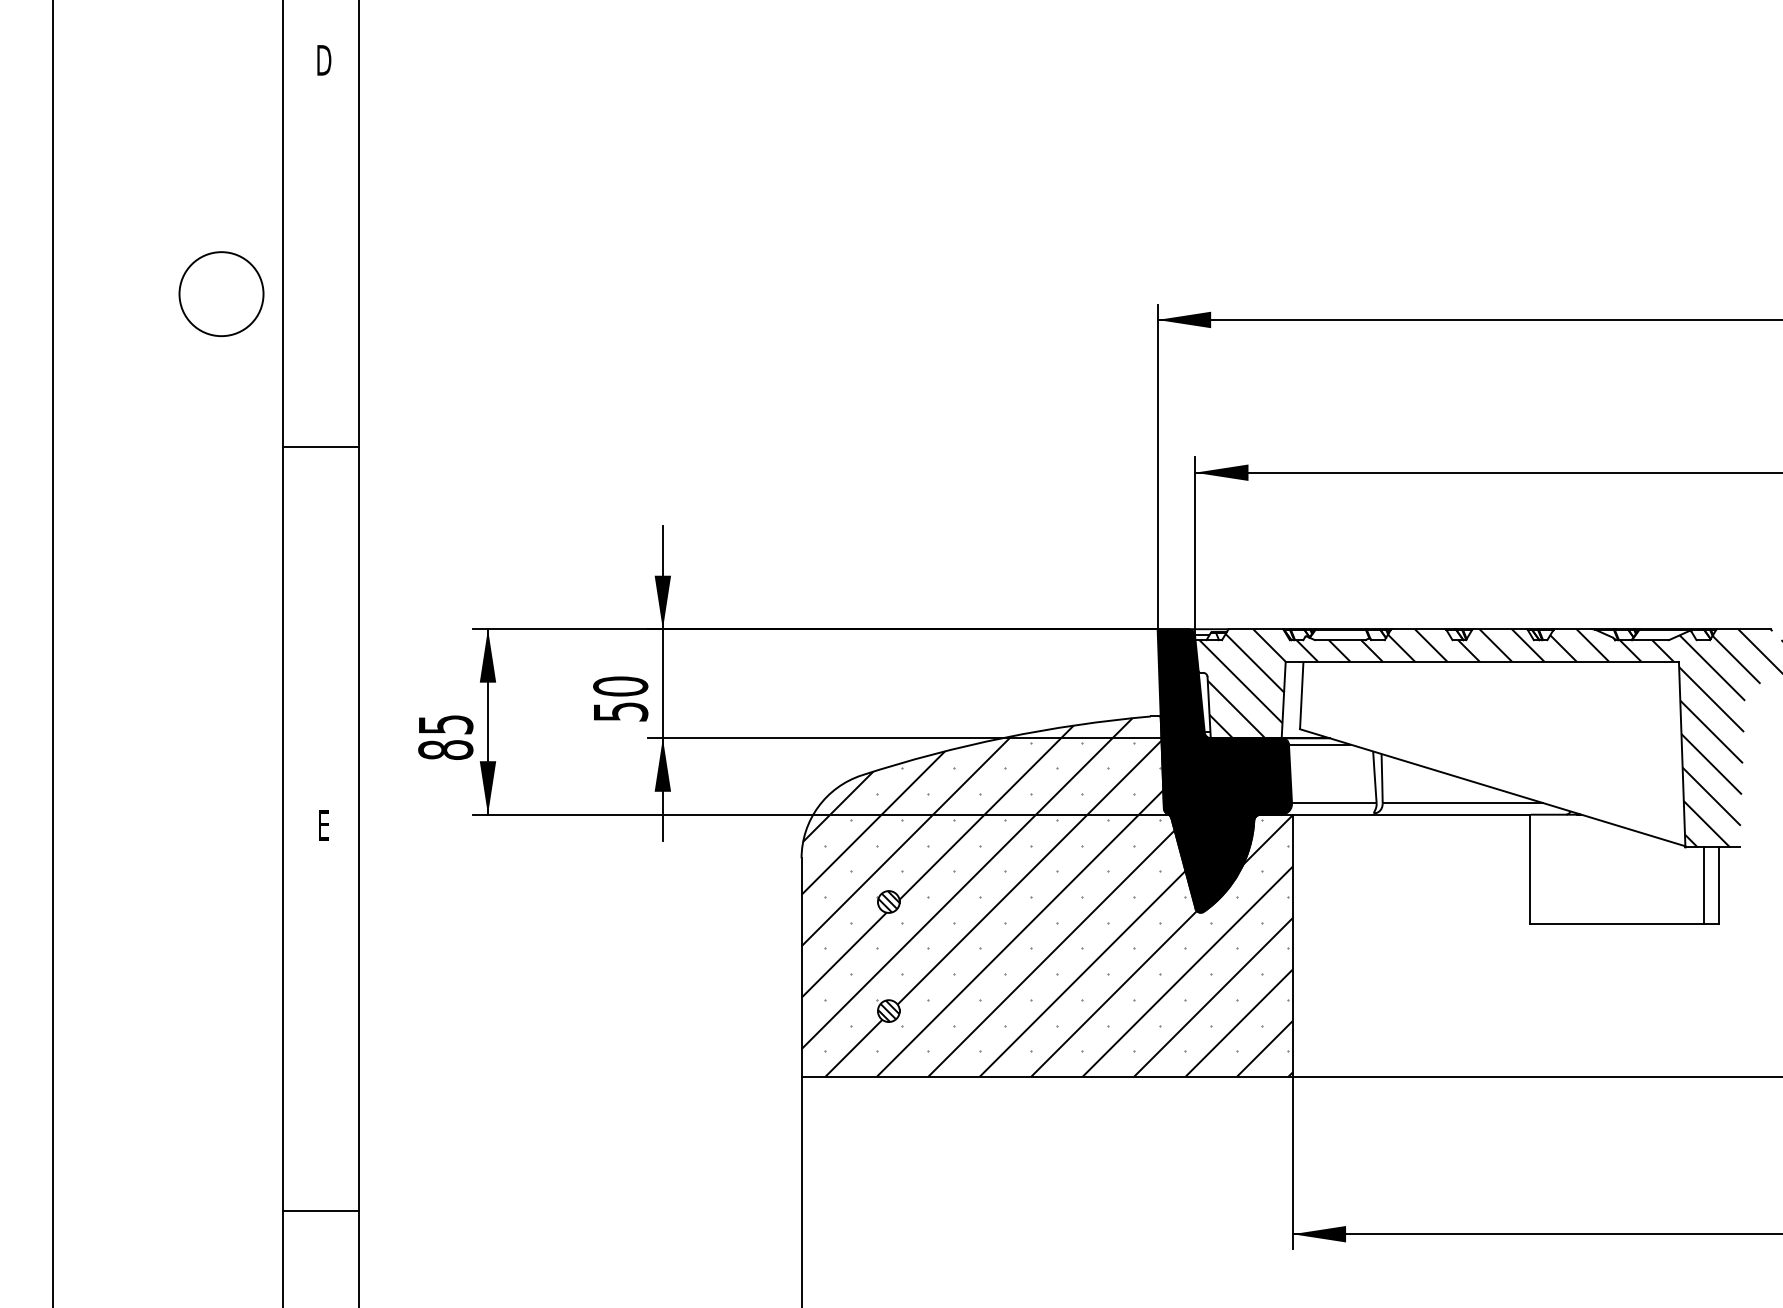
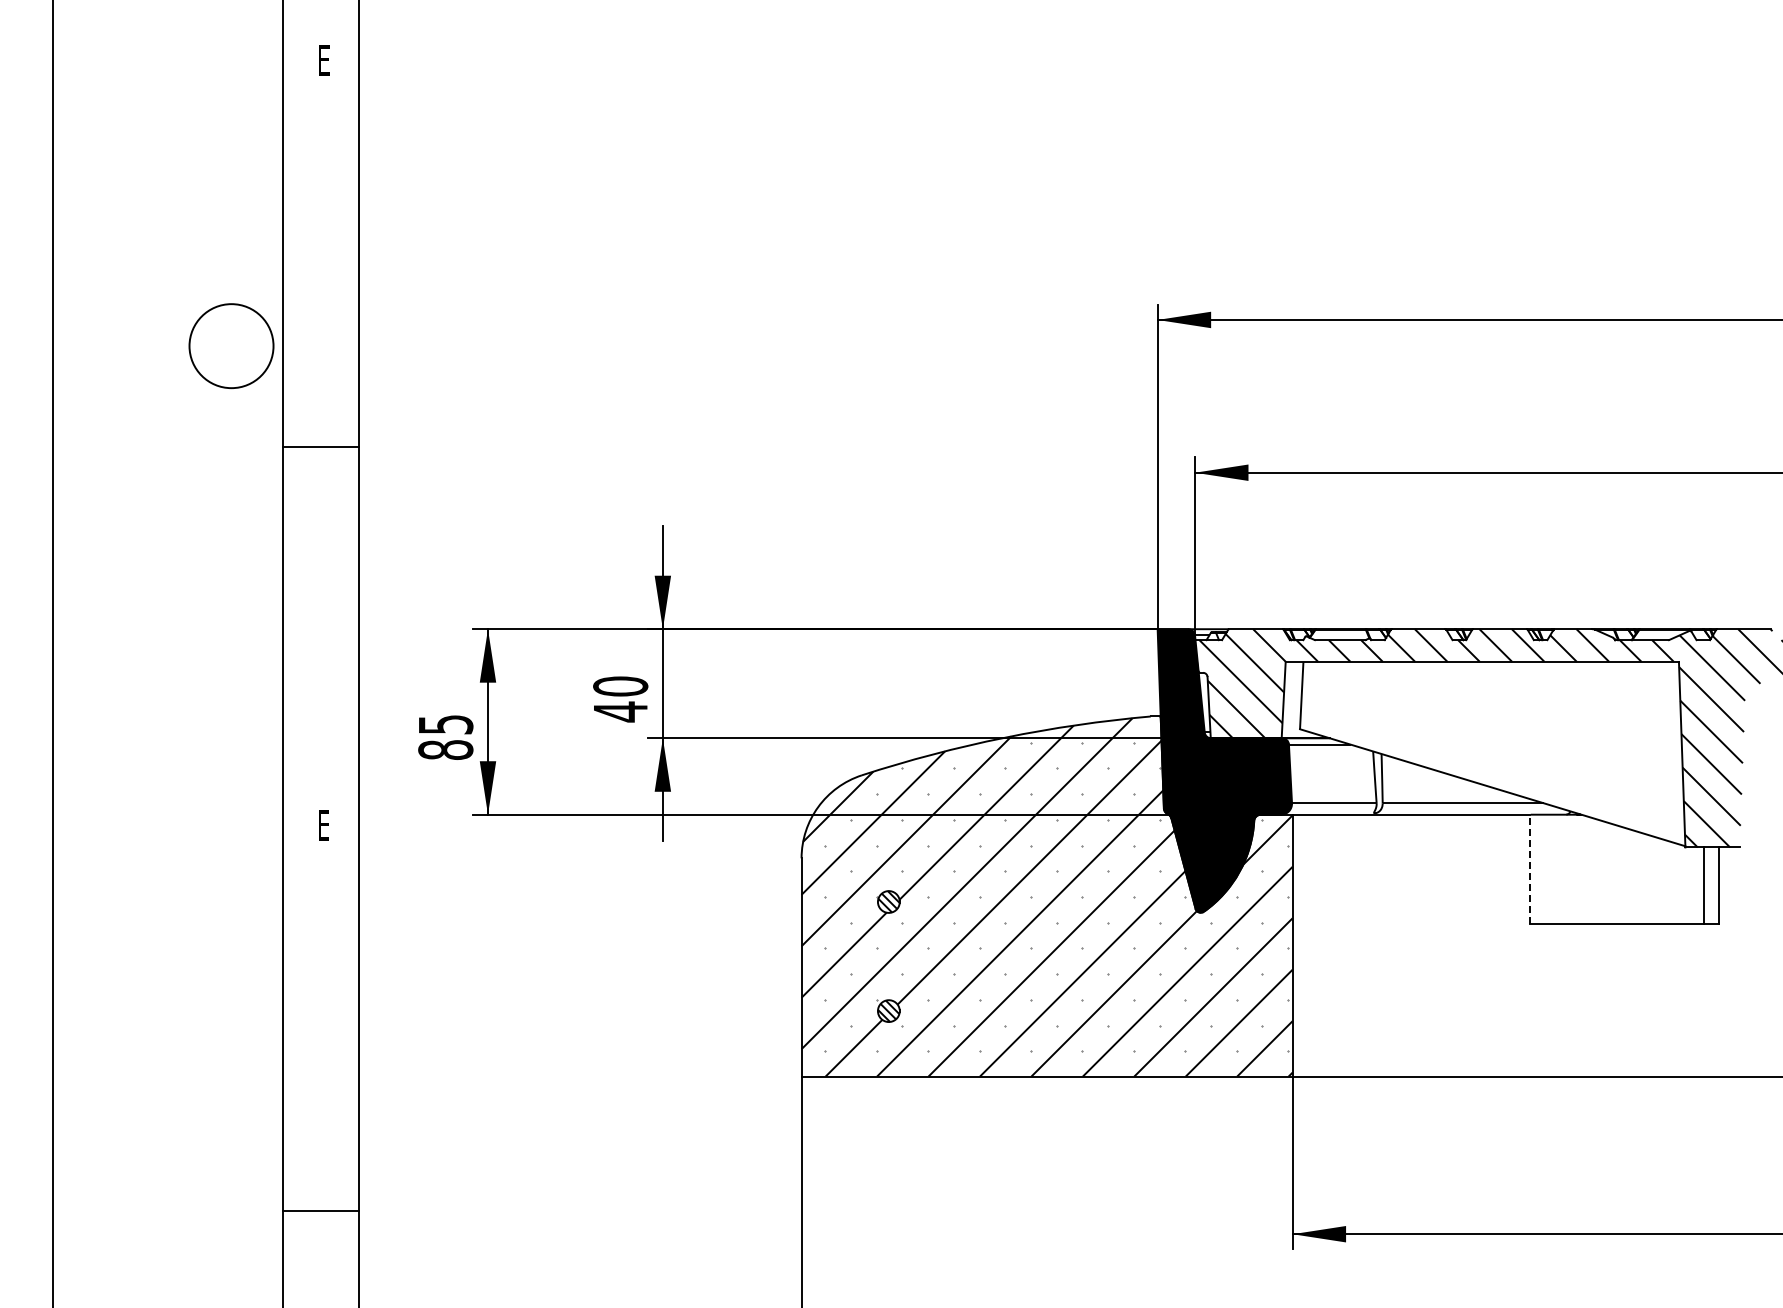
text at (324, 60): D -> E
circle at (221, 294) position: (221, 294) -> (231, 346)
text at (621, 711): 50 -> 40
line at (1530, 869): solid -> dashed
